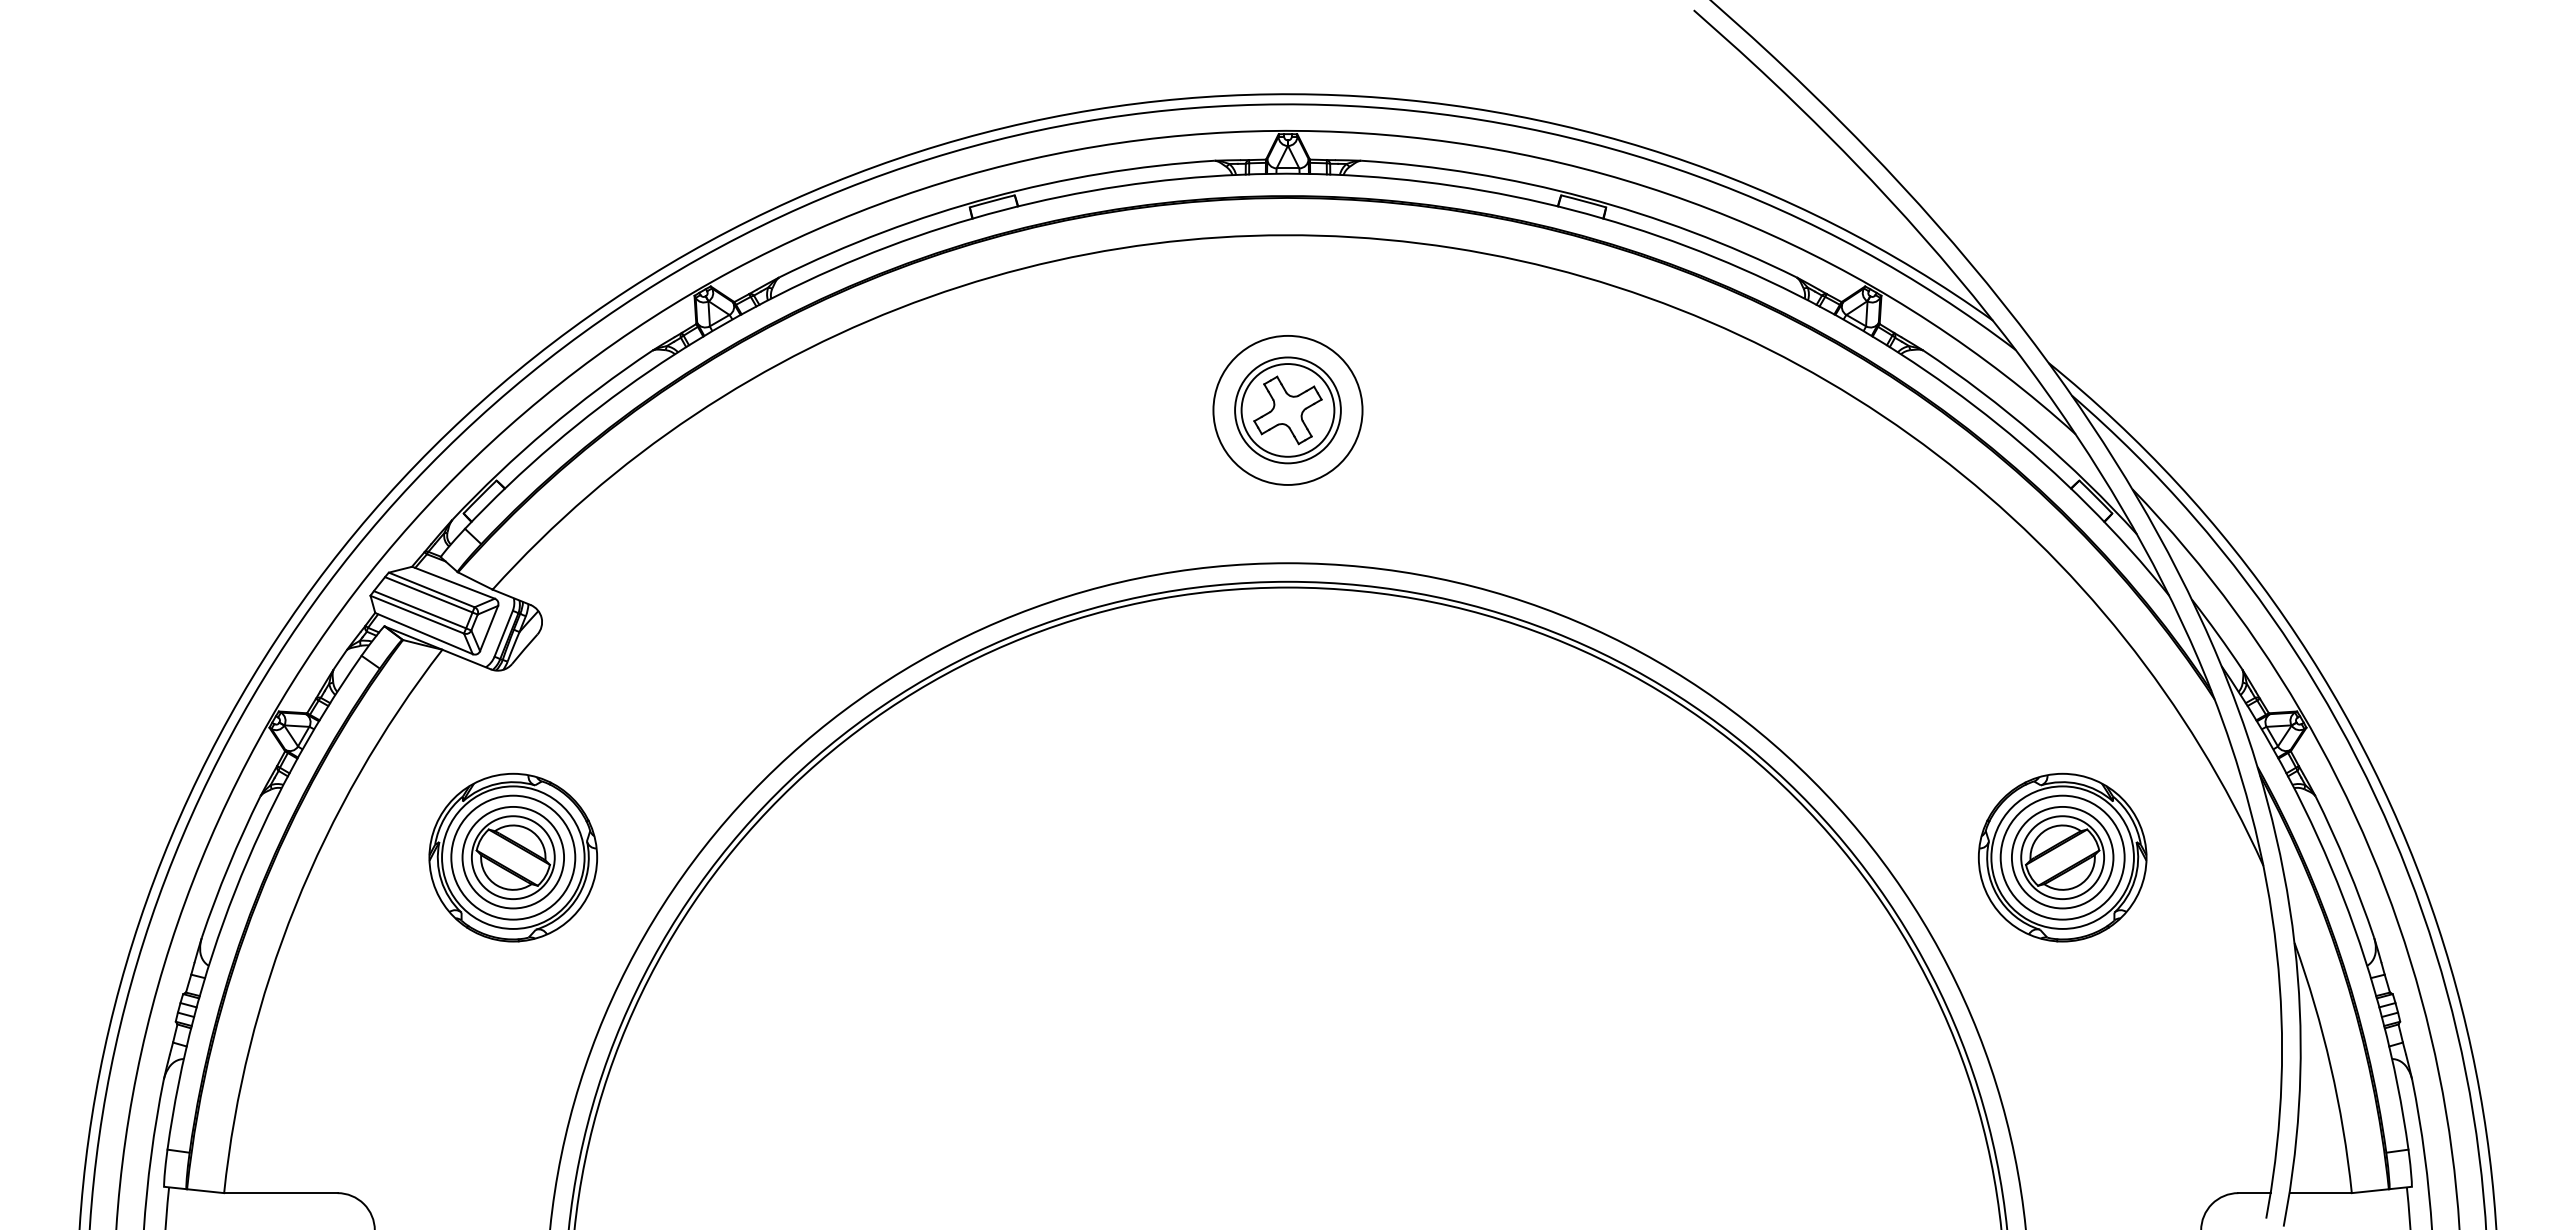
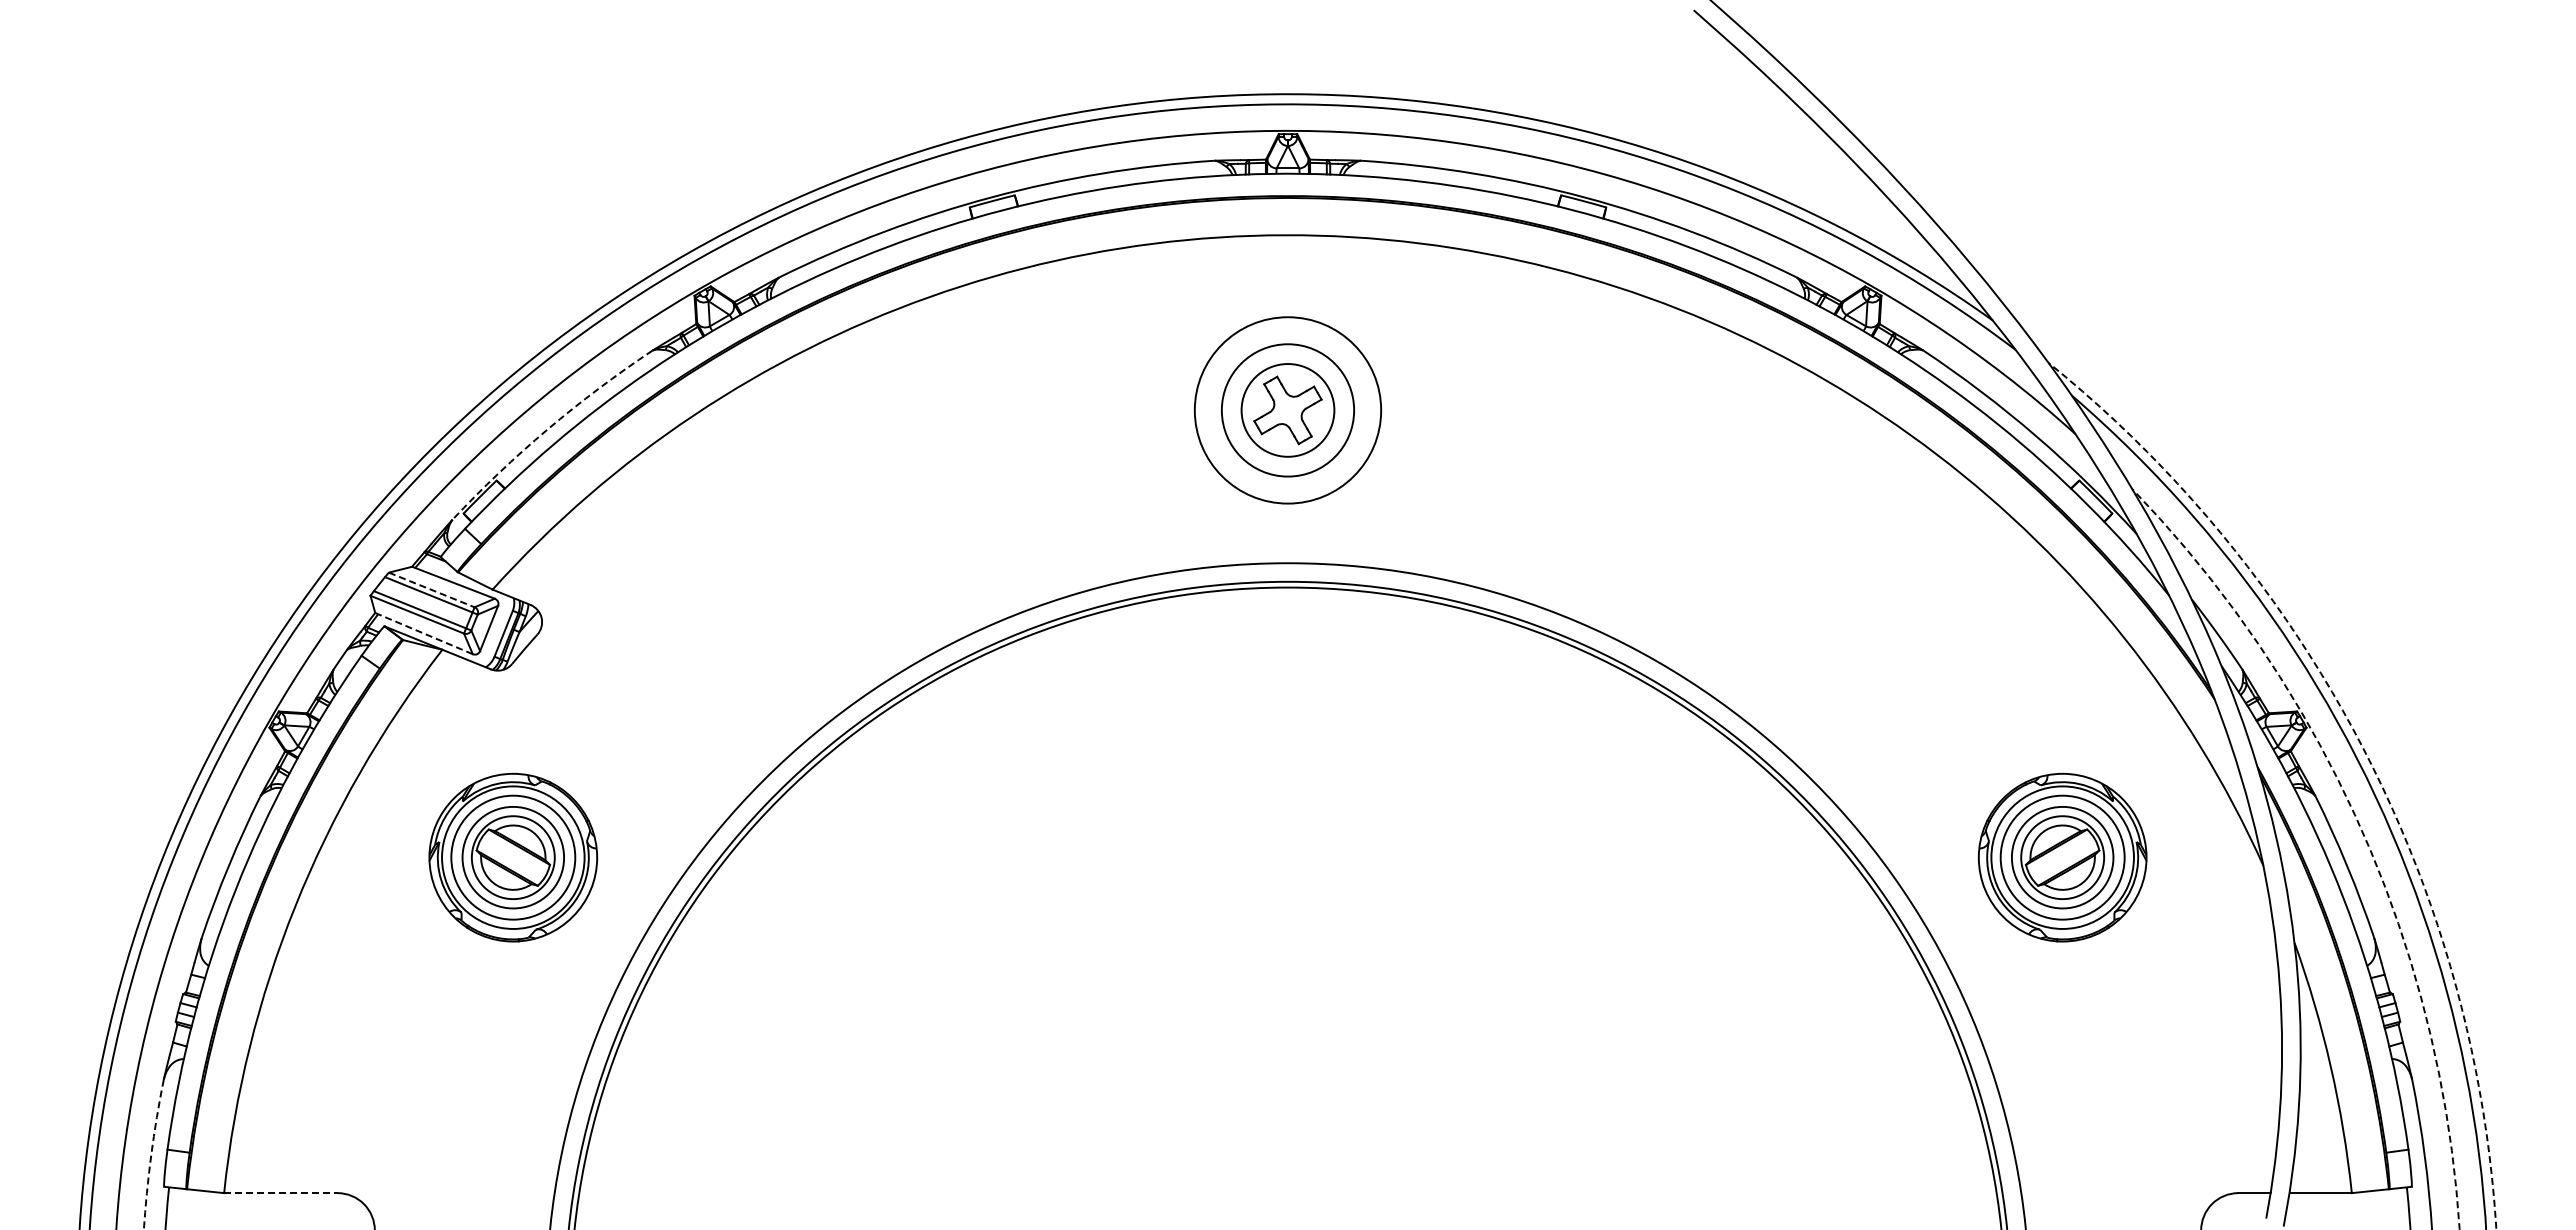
circle at (1287, 409) diameter: 149 px -> 186 px
circle at (1287, 410) diameter: 106 px -> 132 px
arc at (547, 429): solid -> dashed
line at (432, 590): solid -> dashed
line at (425, 634): solid -> dashed
arc at (2362, 747): solid -> dashed
arc at (2361, 830): solid -> dashed
arc at (151, 1155): solid -> dashed
line at (280, 1193): solid -> dashed
